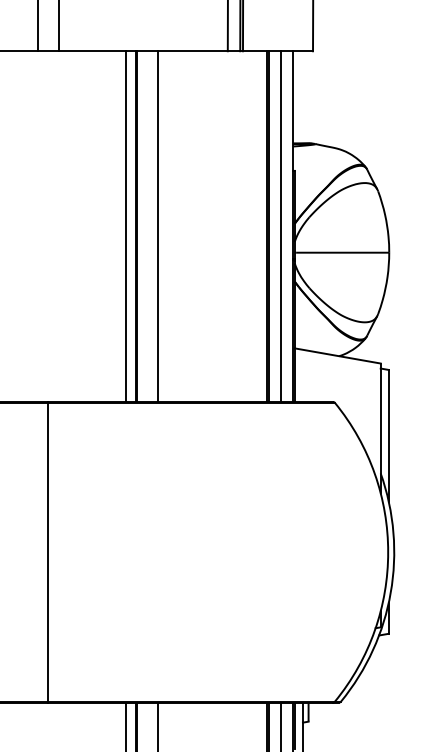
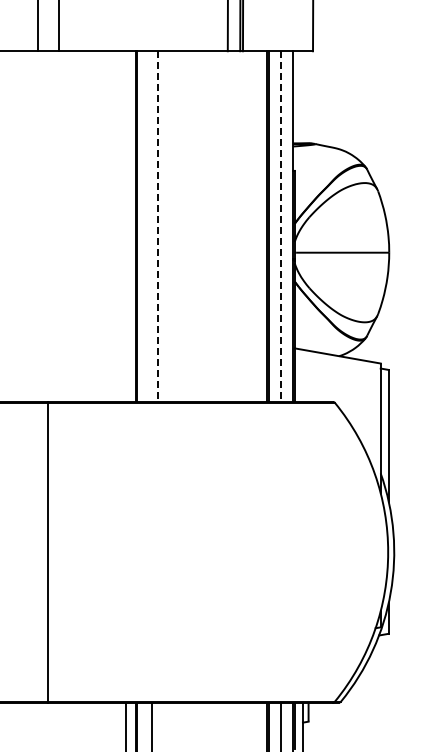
line at (126, 226): present -> none
line at (157, 227): solid -> dashed
line at (280, 227): solid -> dashed
line at (157, 725) position: (157, 725) -> (151, 725)
